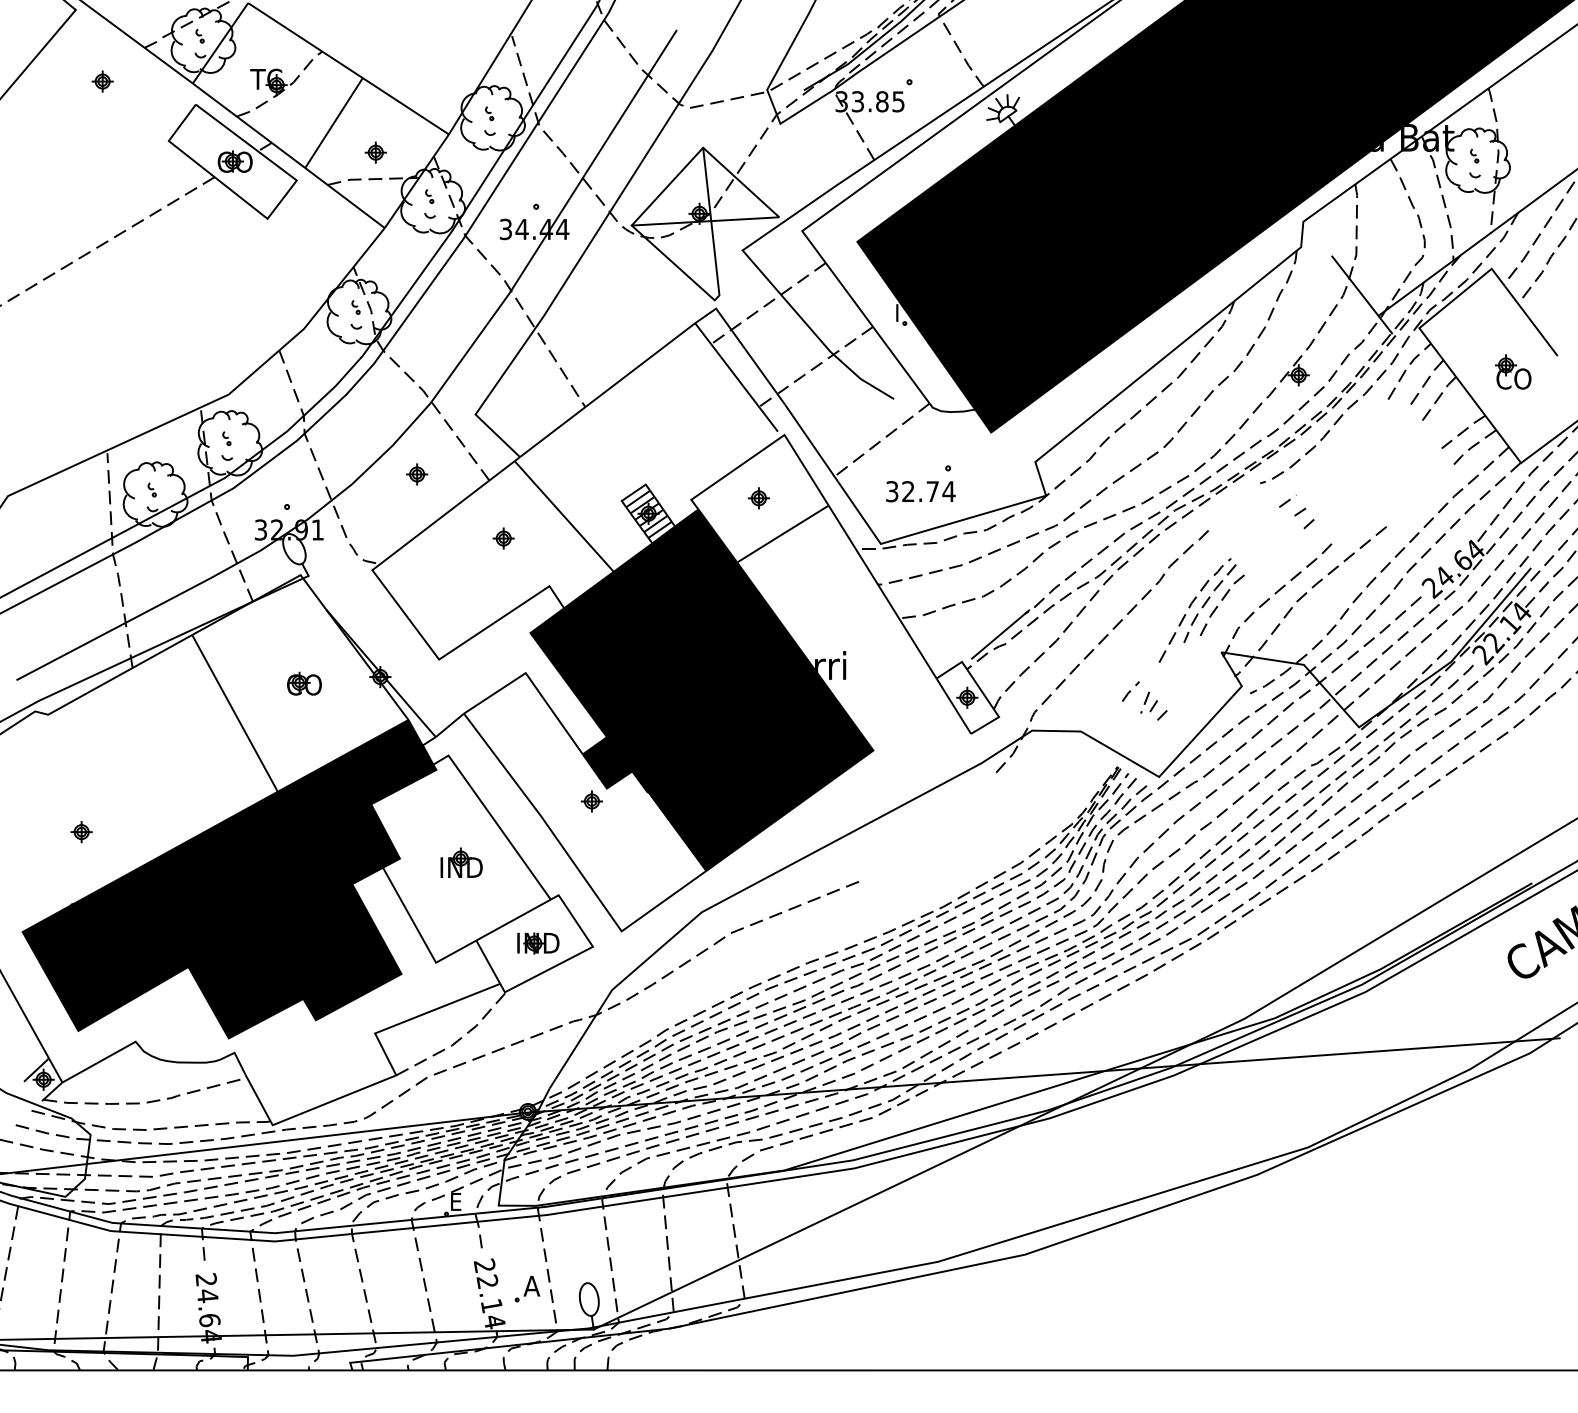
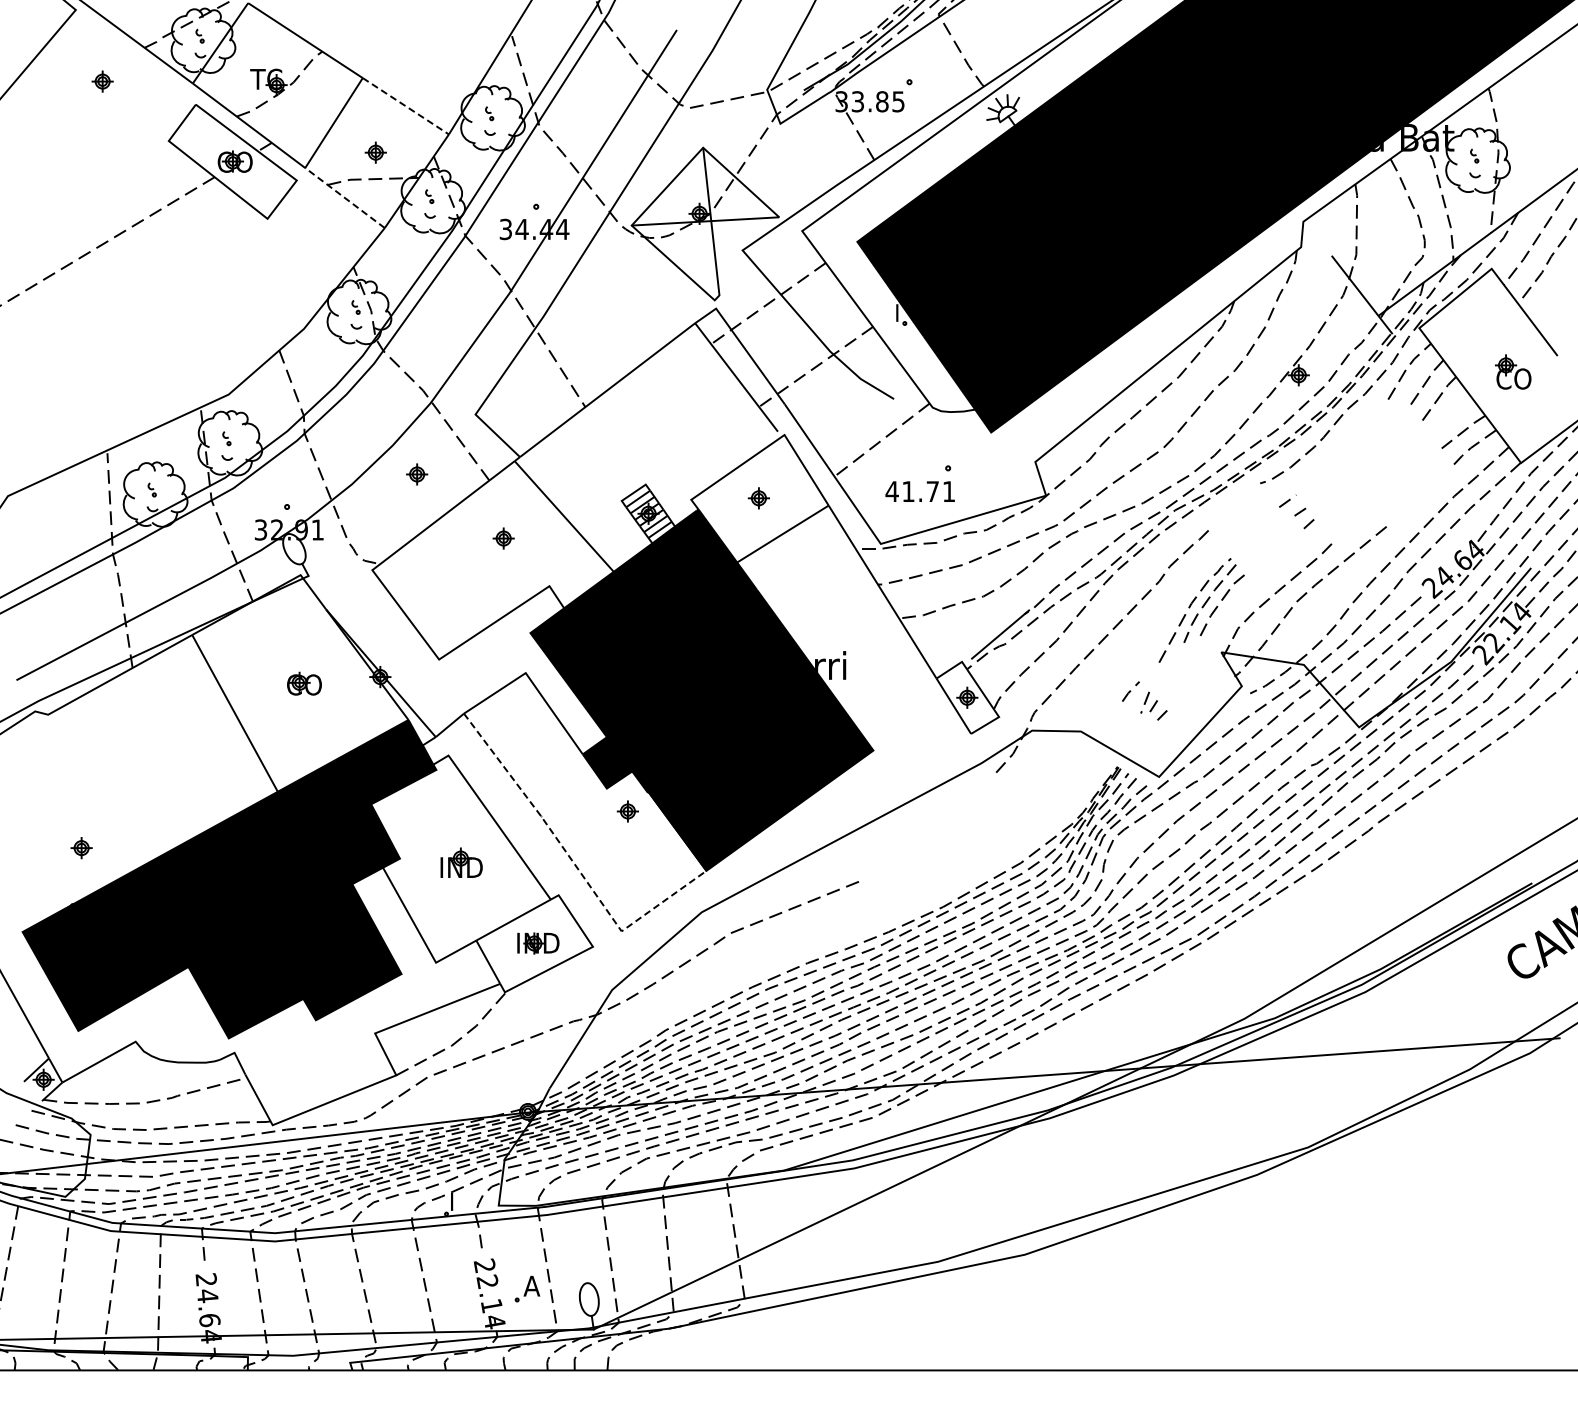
line at (406, 106): solid -> dashed
line at (345, 198): solid -> dashed
text at (920, 491): 32.74 -> 41.71
part at (591, 801) position: (591, 801) -> (627, 811)
part at (81, 832) position: (81, 832) -> (81, 848)
line at (574, 864): solid -> dashed
text at (457, 1201): E -> I
